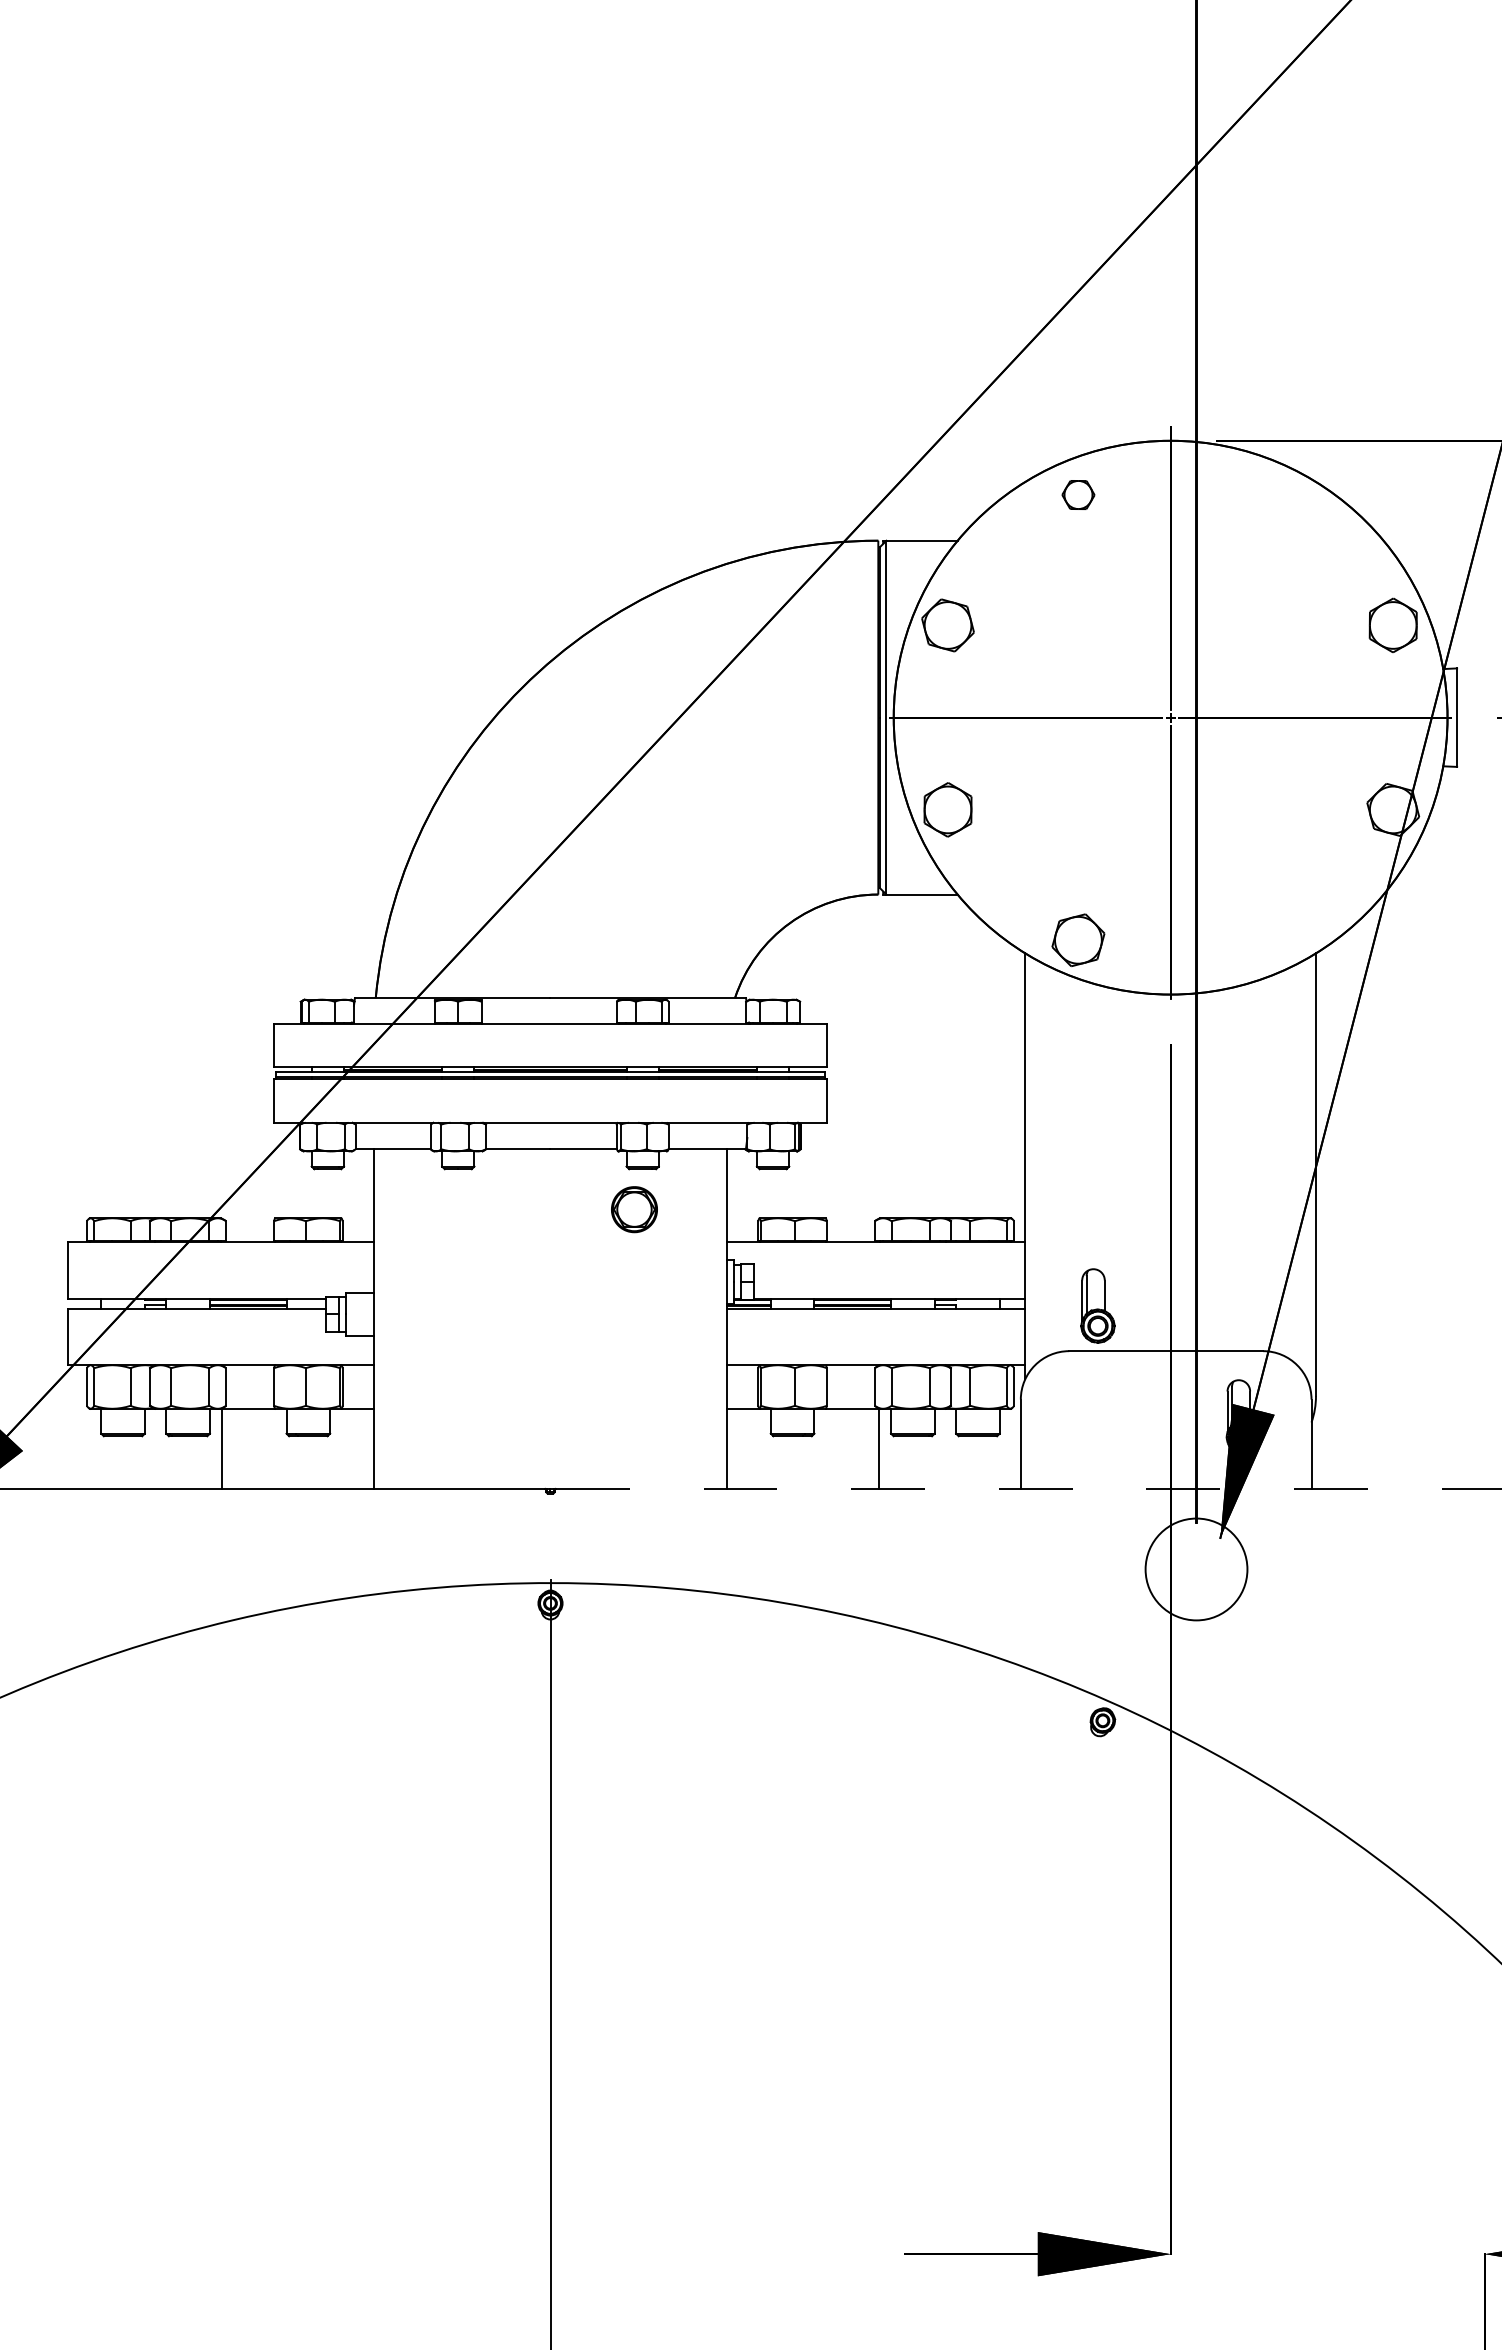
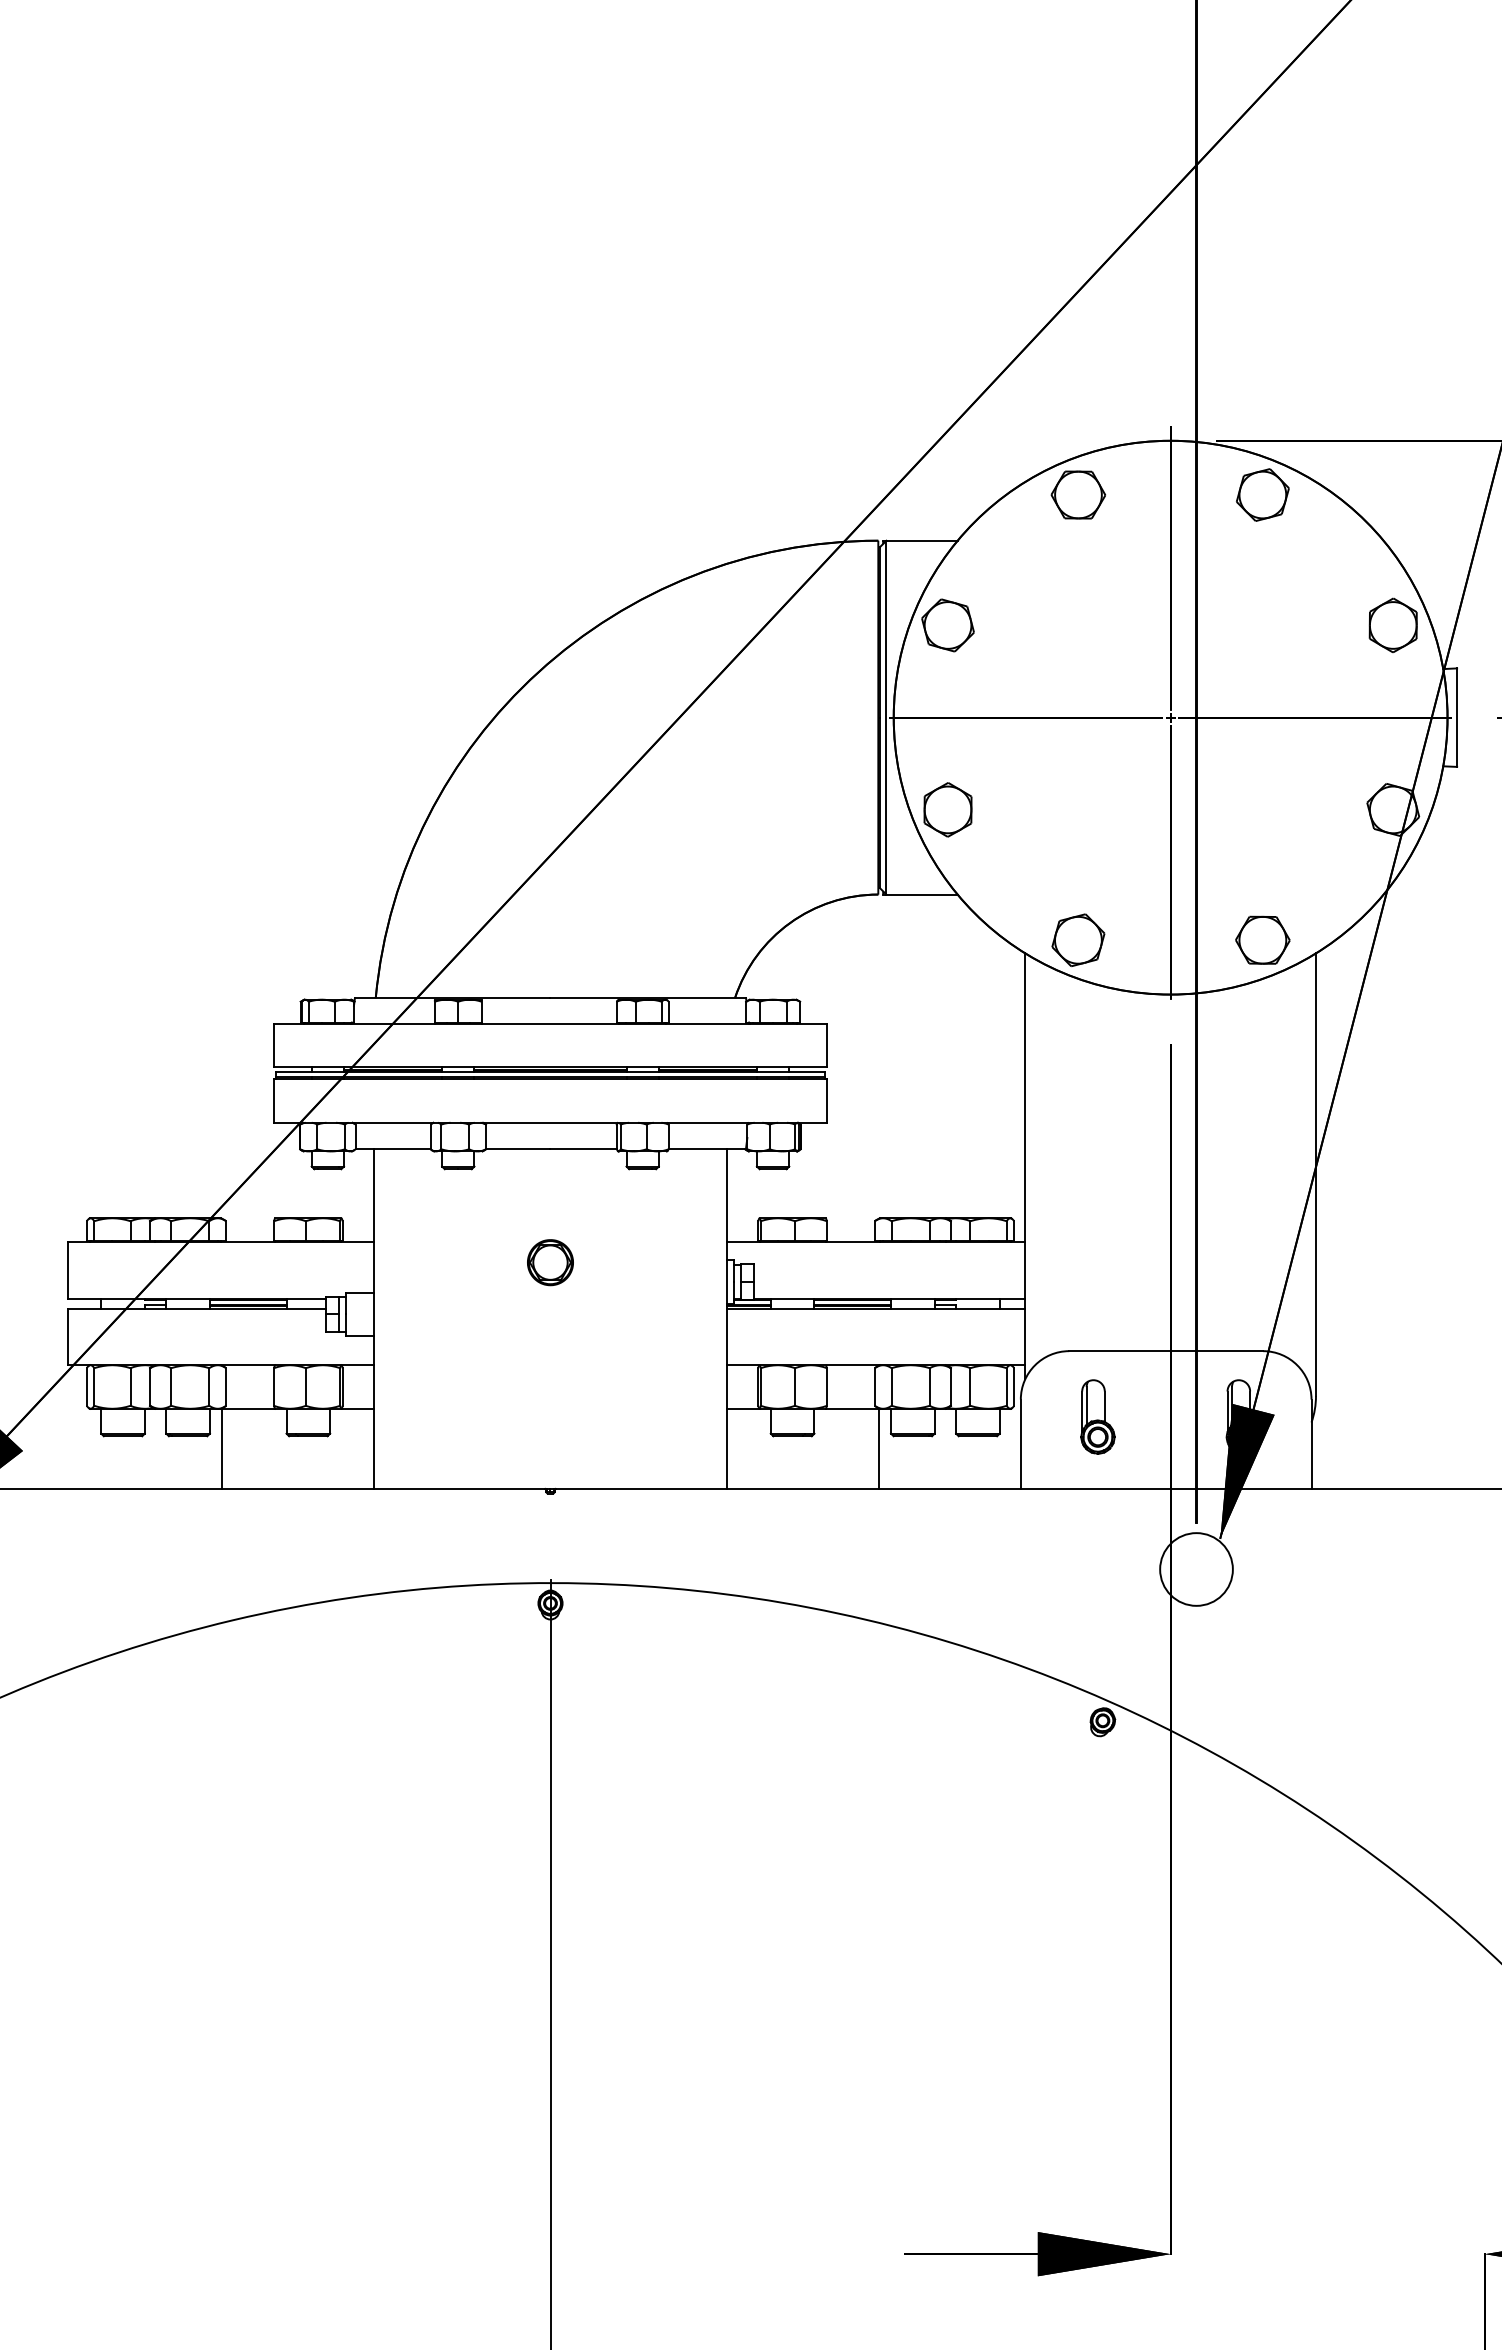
part at (1078, 494) size: 35x30 px -> 57x50 px
part at (1262, 494): none -> present
part at (1262, 939): none -> present
part at (634, 1209) position: (634, 1209) -> (550, 1262)
part at (1097, 1305) position: (1097, 1305) -> (1097, 1416)
line at (1028, 1488): dashed -> solid
circle at (1196, 1569) diameter: 102 px -> 73 px
